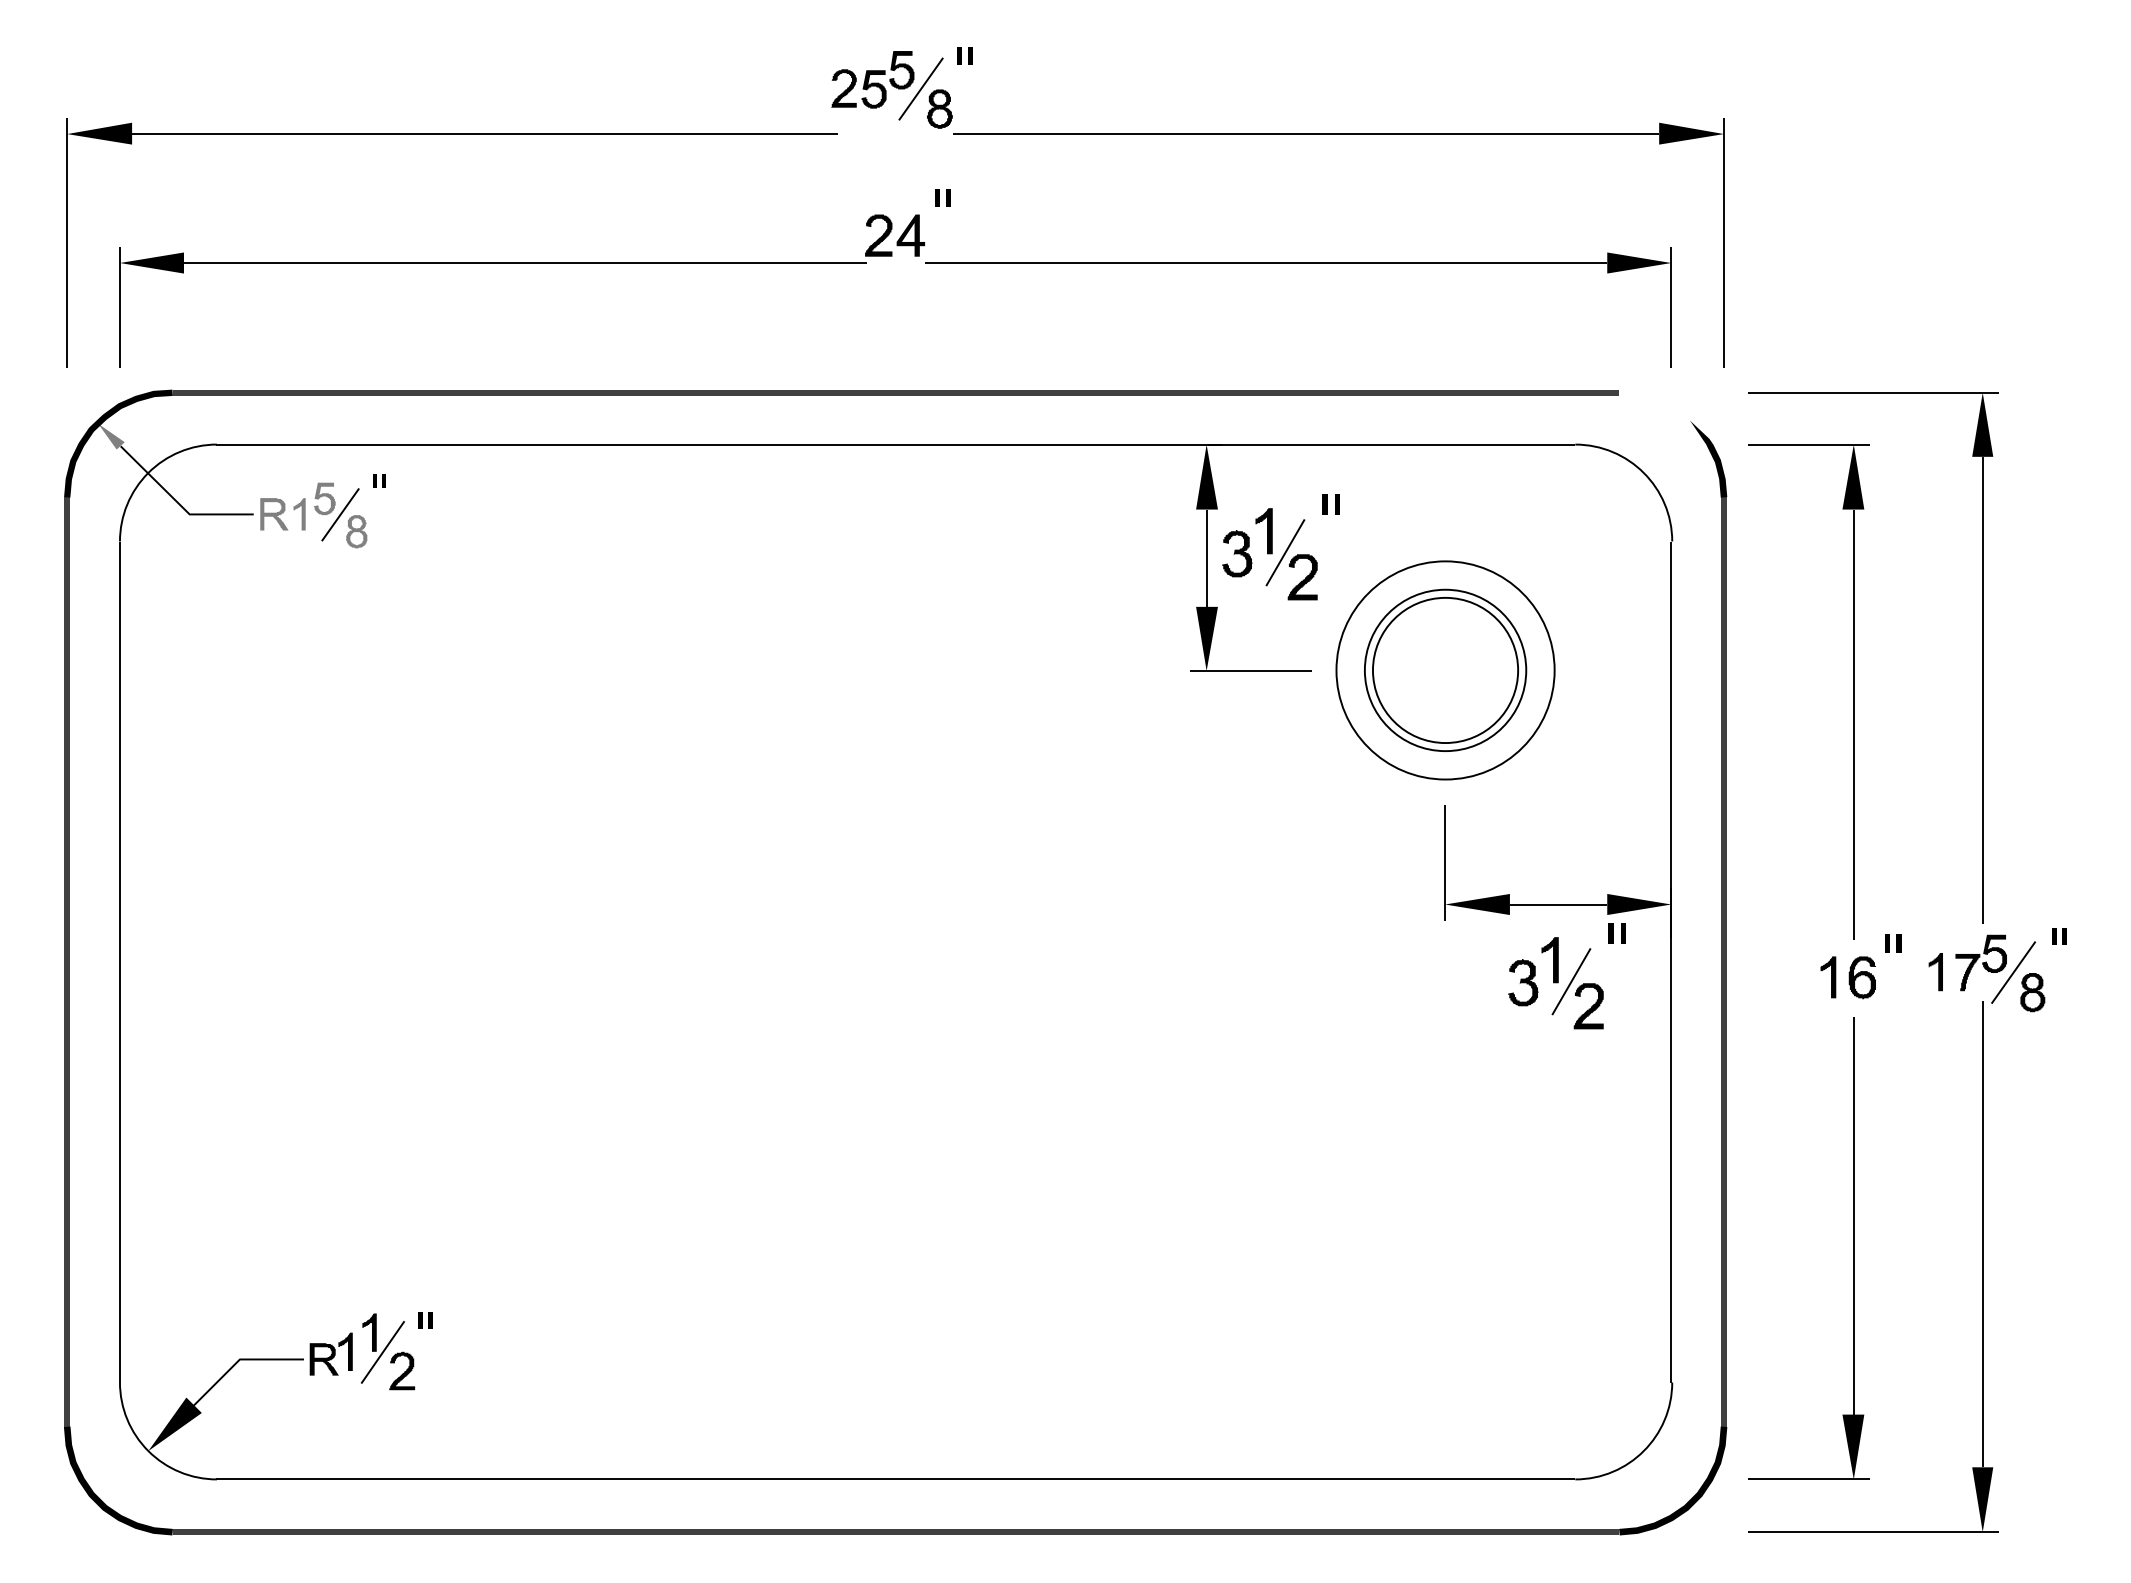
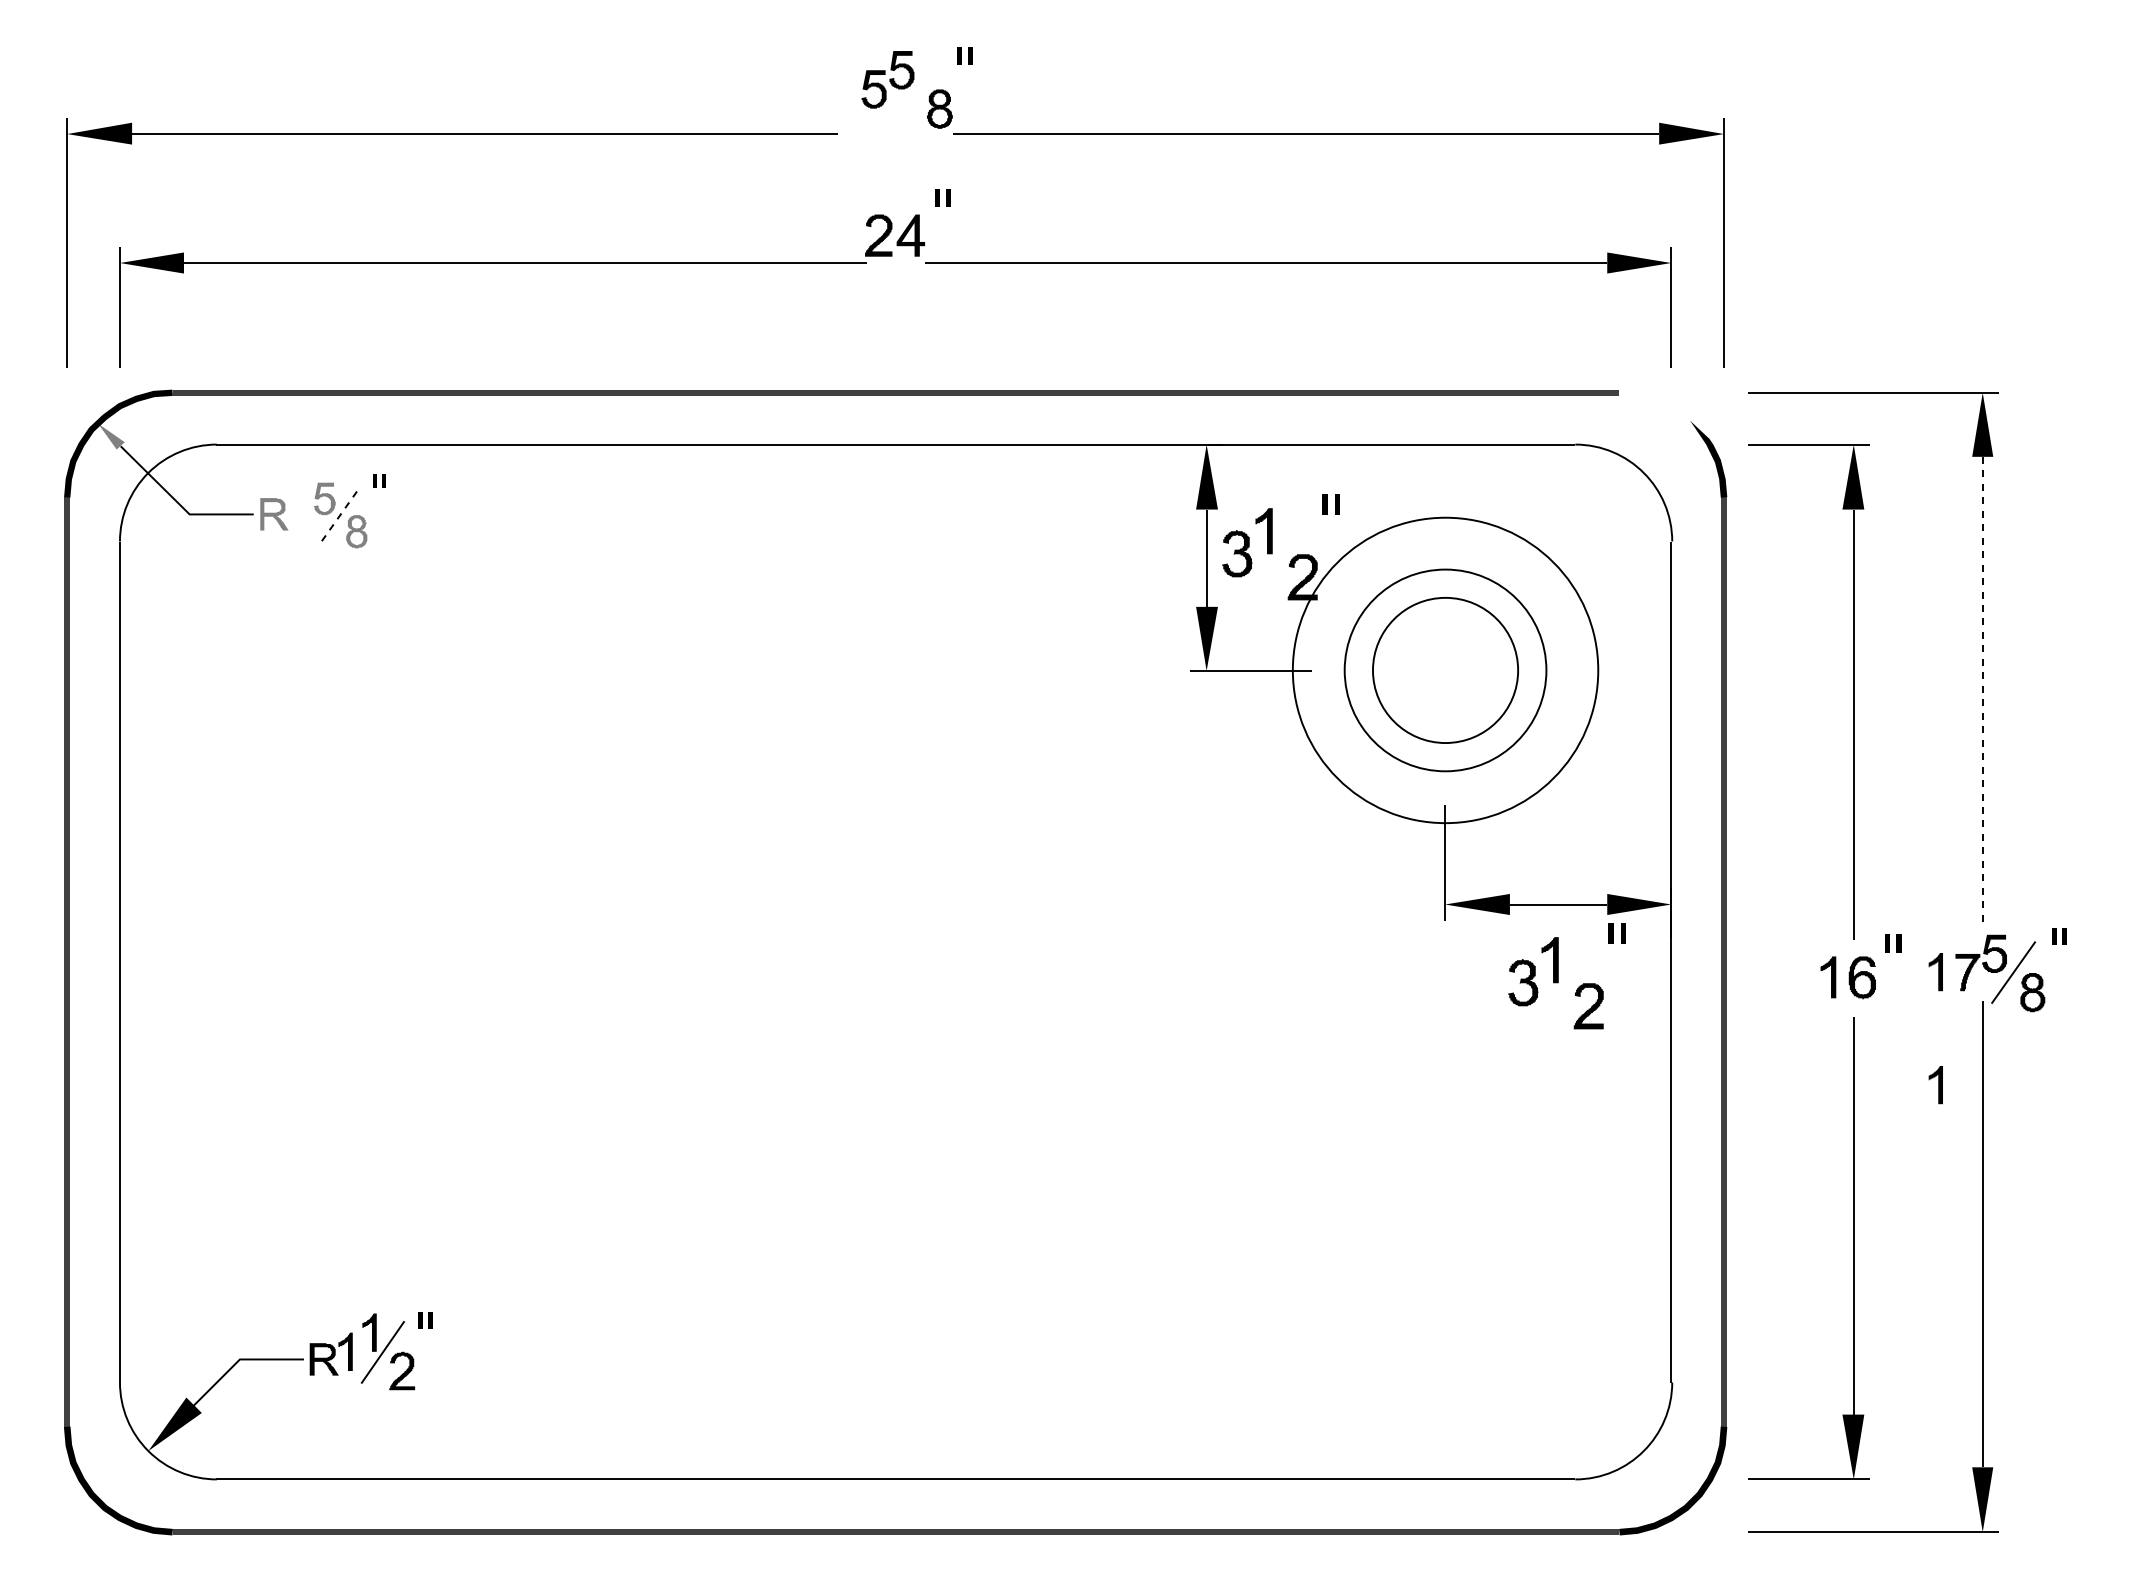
fill at (843, 88): present -> none
line at (920, 88): present -> none
part at (299, 514): present -> none
line at (340, 514): solid -> dashed
line at (1285, 552): present -> none
circle at (1445, 670) diameter: 161 px -> 202 px
circle at (1445, 670) diameter: 218 px -> 305 px
line at (1982, 690): solid -> dashed
line at (1571, 981): present -> none
part at (1935, 1085): none -> present
